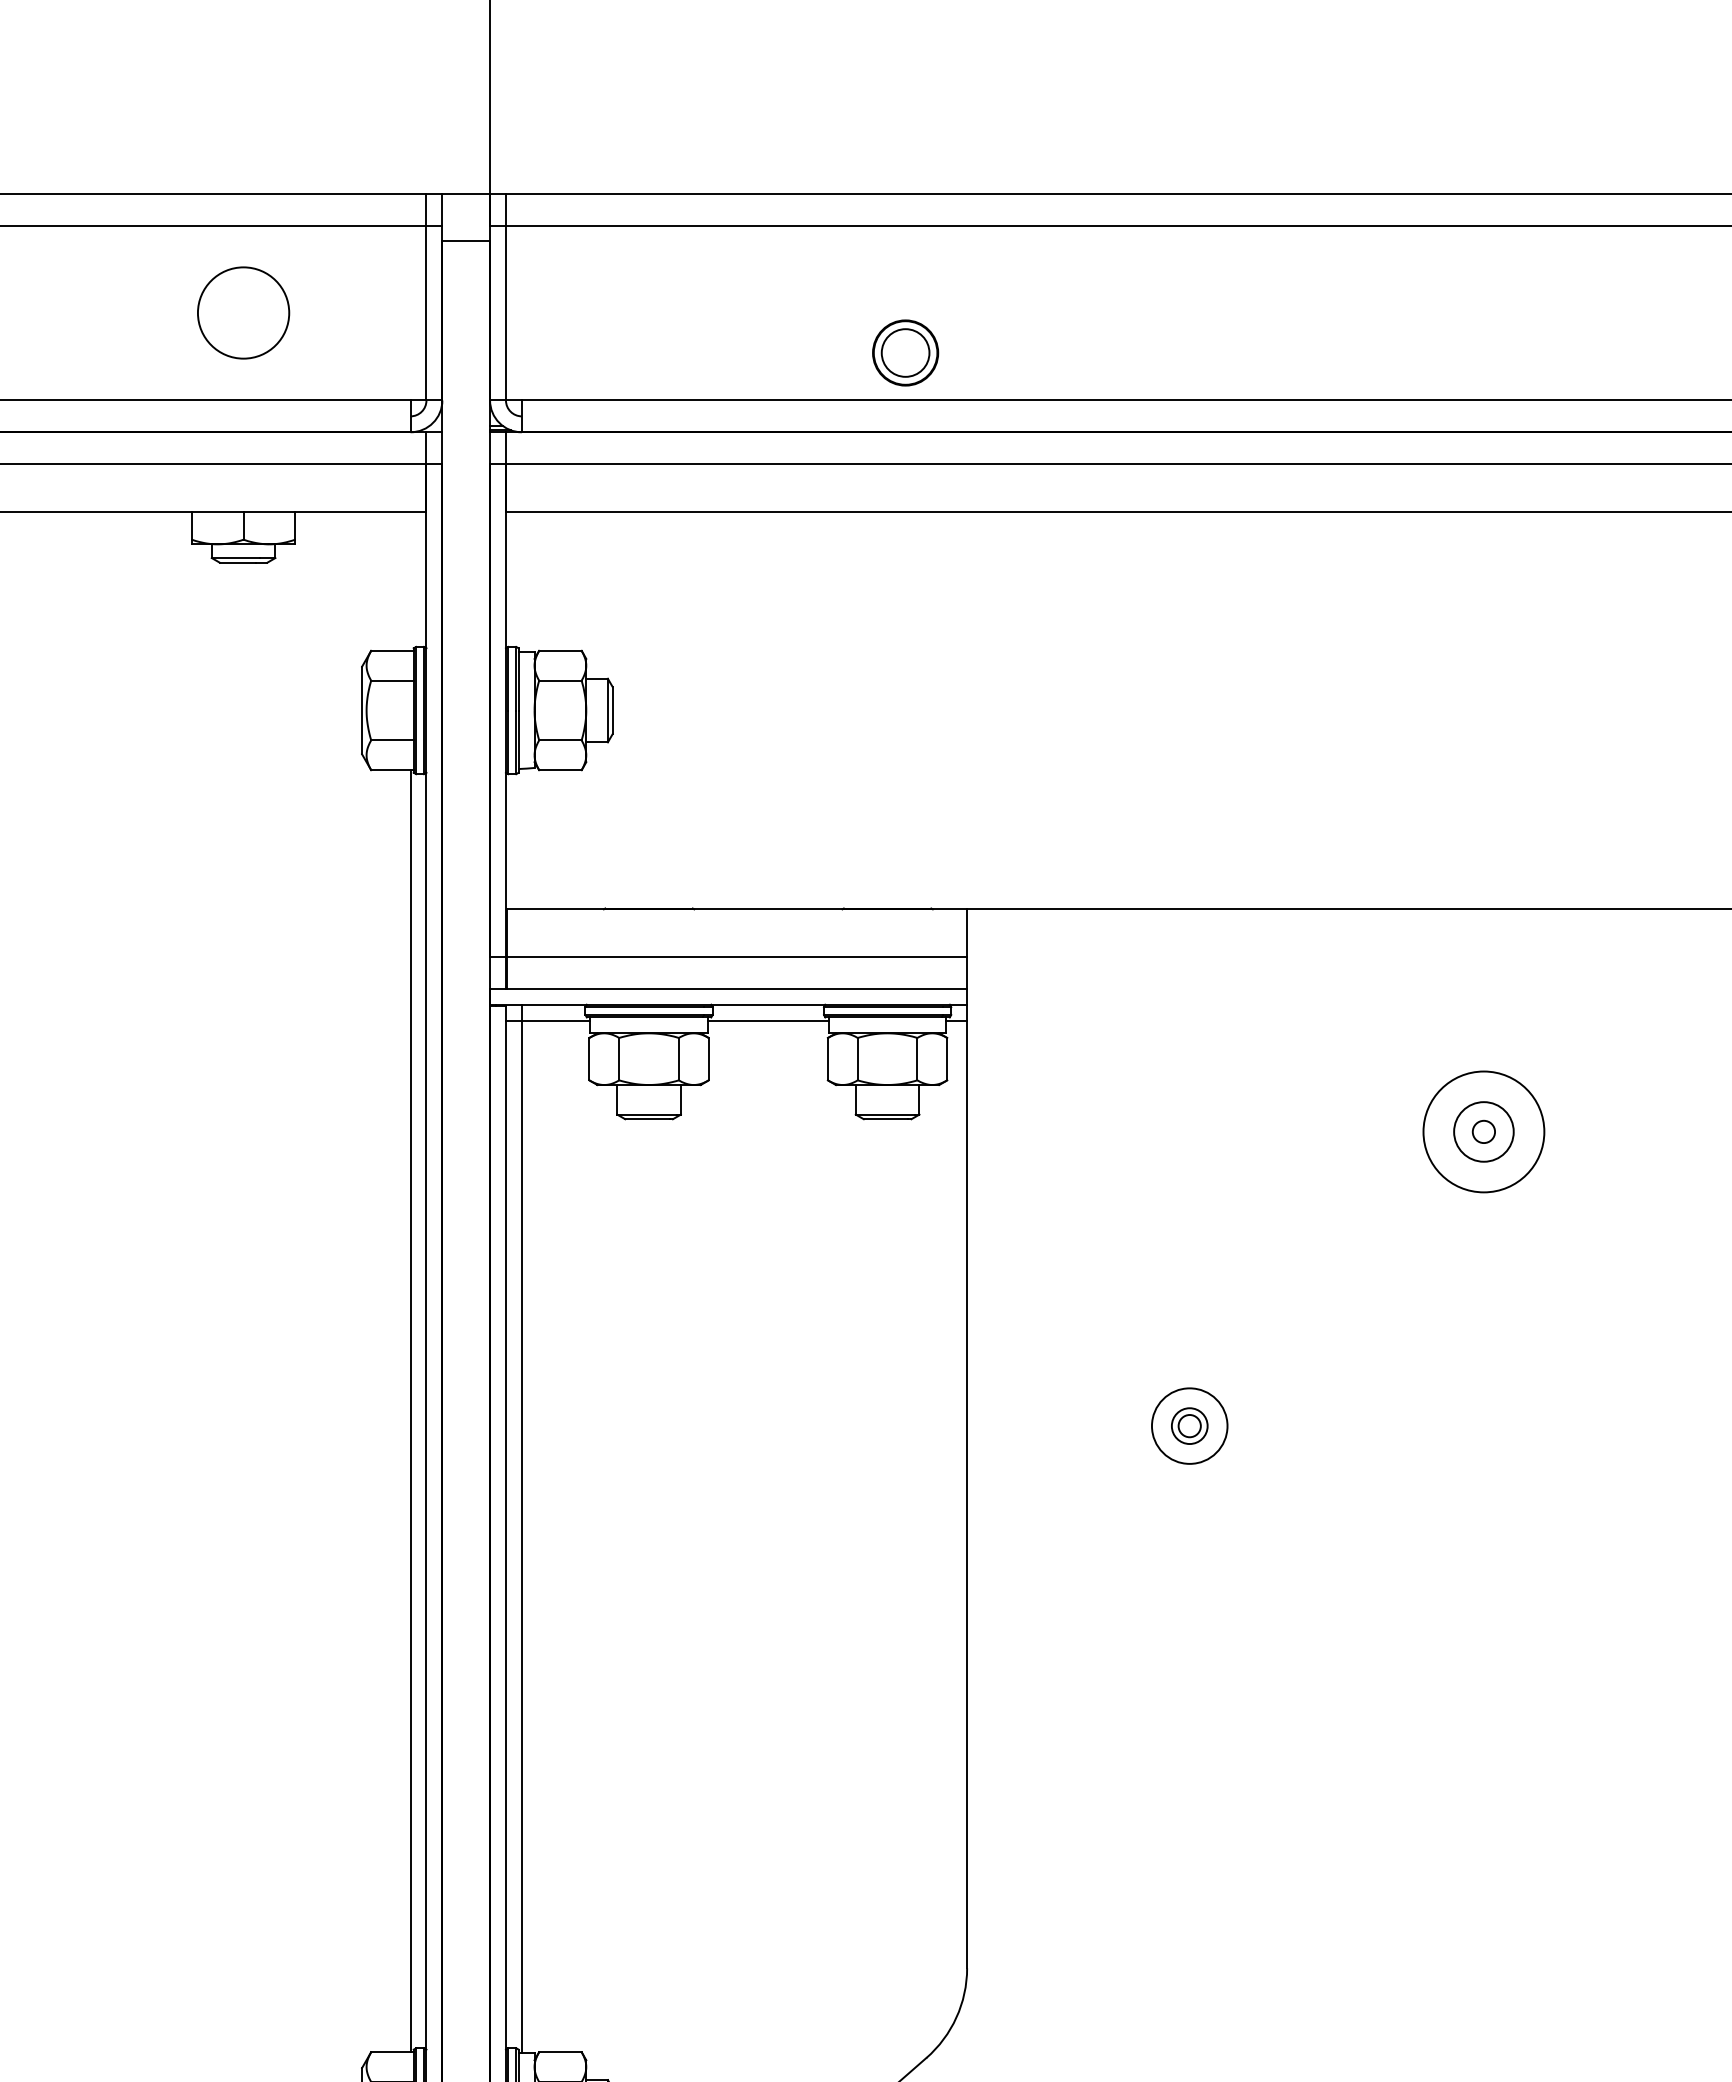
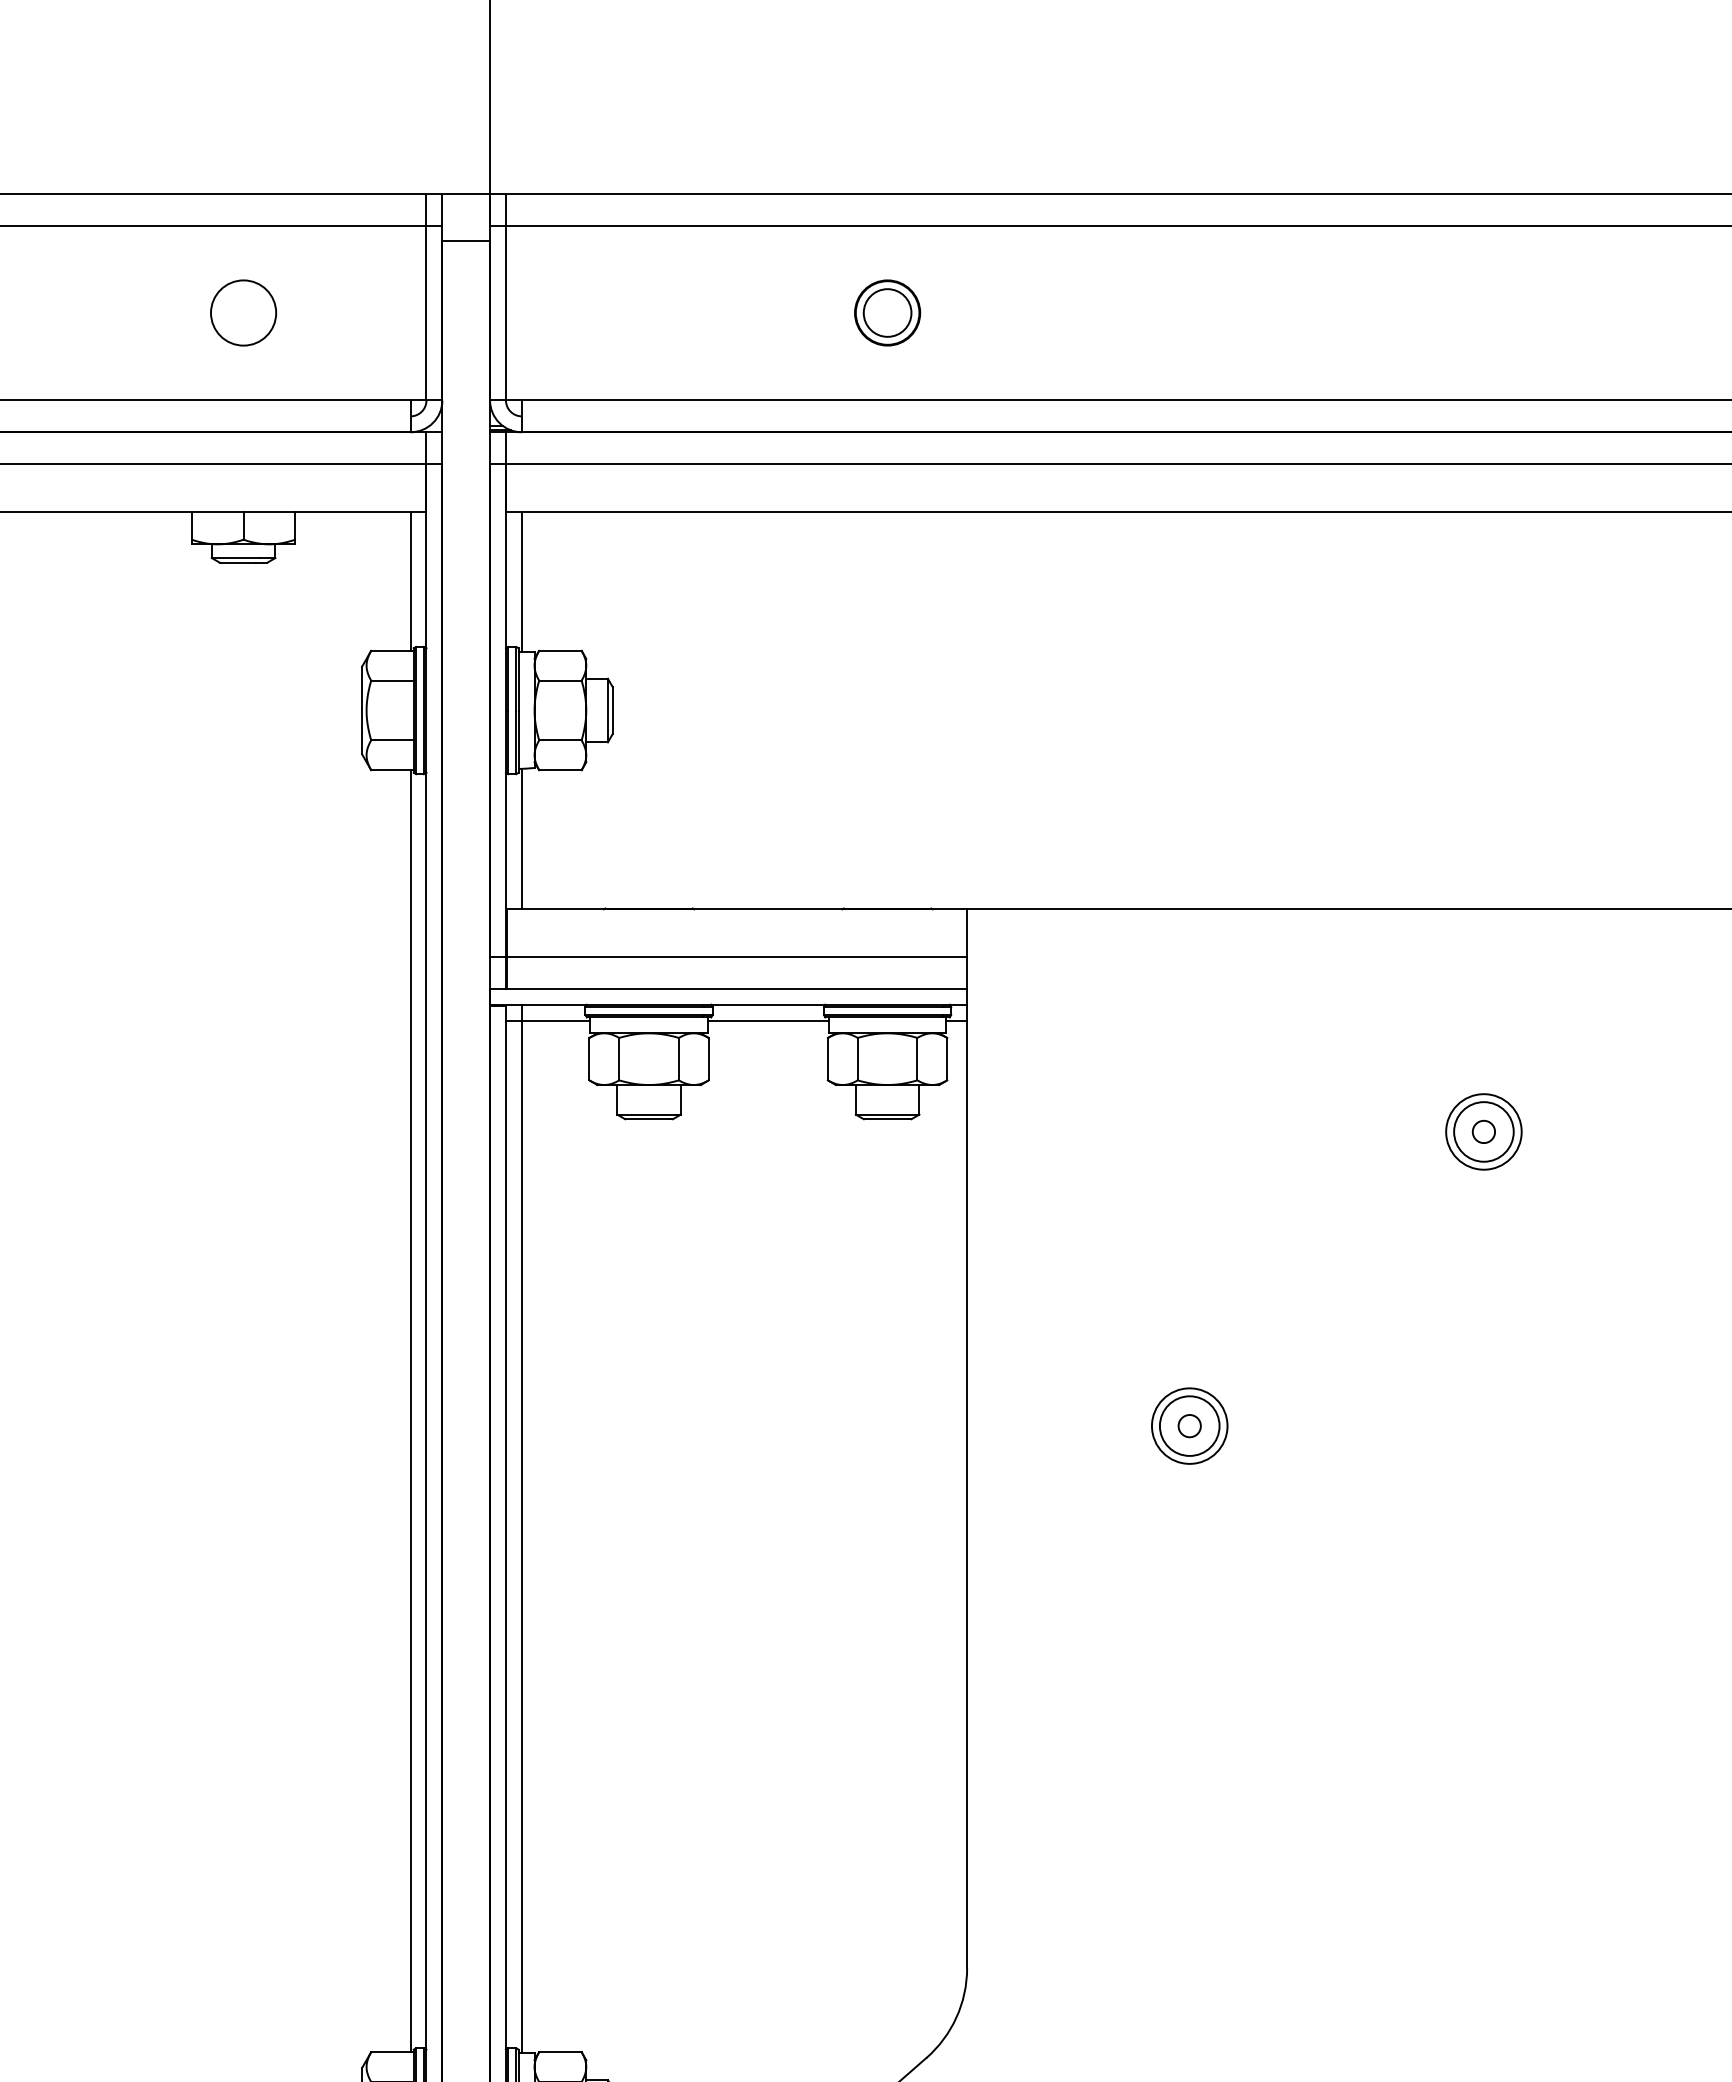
circle at (243, 312) diameter: 91 px -> 65 px
part at (905, 352) position: (905, 352) -> (887, 312)
line at (410, 580): none -> present
line at (521, 581): none -> present
line at (521, 838): none -> present
circle at (1483, 1131) diameter: 121 px -> 76 px
circle at (1189, 1426) diameter: 36 px -> 60 px
